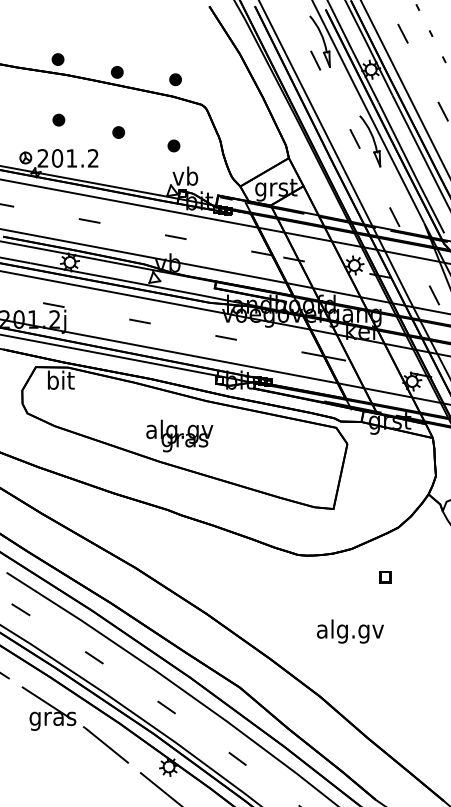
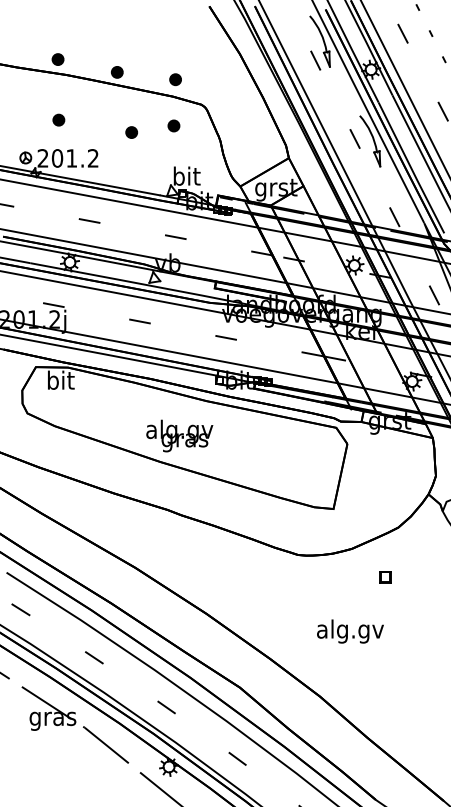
part at (118, 132) position: (118, 132) -> (131, 132)
part at (173, 145) position: (173, 145) -> (173, 125)
text at (186, 175): vb -> bit
